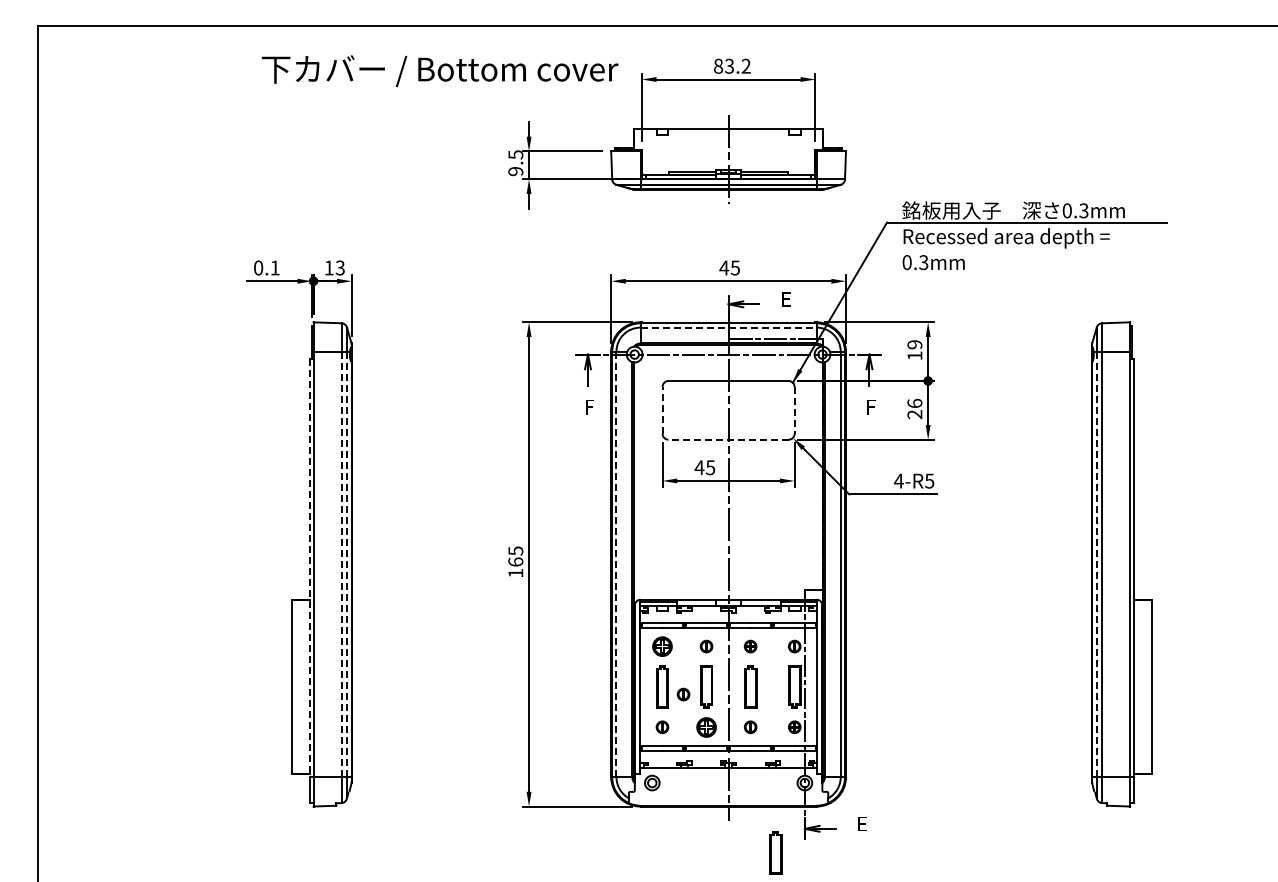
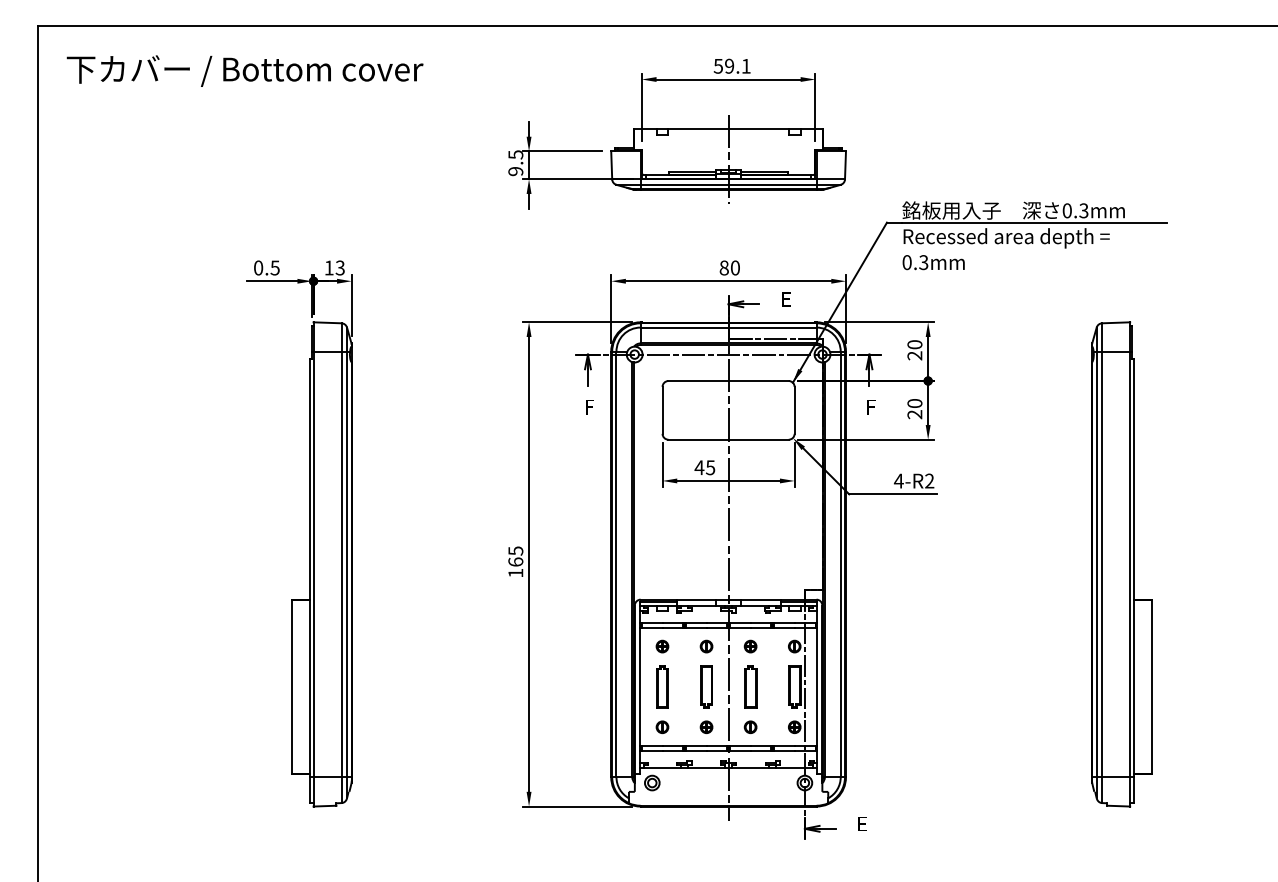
text at (731, 65): 83.2 -> 59.1
text at (439, 70) position: (439, 70) -> (244, 70)
text at (274, 267): 0.1 -> 0.5
text at (729, 267): 45 -> 80
line at (729, 327): dashed -> solid
text at (914, 350): 19 -> 20
text at (914, 402): 26 -> 20
line at (662, 409): dashed -> solid
line at (794, 410): dashed -> solid
line at (728, 439): dashed -> solid
text at (929, 480): 4-R5 -> 4-R2
line at (341, 564): dashed -> solid
line at (347, 564): dashed -> solid
line at (616, 564): dashed -> solid
line at (1096, 564): dashed -> solid
line at (309, 568): dashed -> solid
part at (662, 646) size: 21x21 px -> 15x15 px
part at (683, 694): present -> none
part at (706, 727) size: 21x21 px -> 15x14 px
part at (775, 852): present -> none
